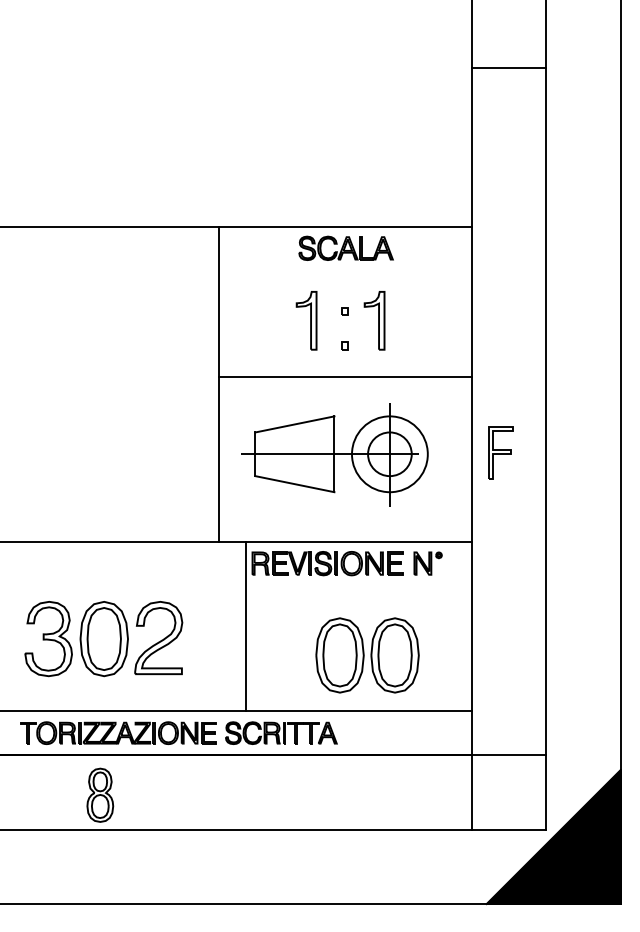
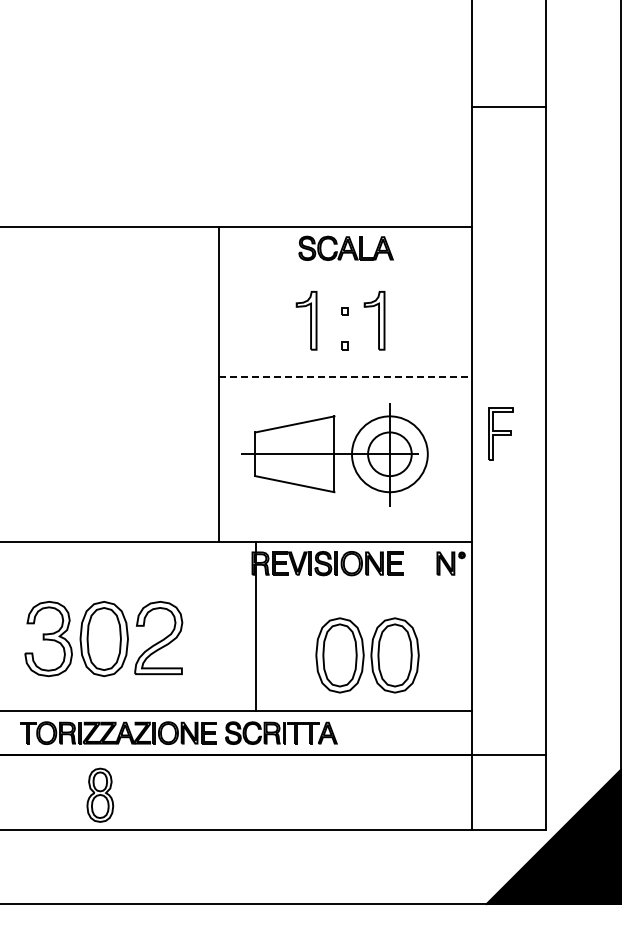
line at (508, 68) position: (508, 68) -> (508, 107)
line at (345, 377): solid -> dashed
part at (500, 452) position: (500, 452) -> (500, 433)
part at (427, 563) position: (427, 563) -> (450, 563)
line at (245, 626) position: (245, 626) -> (255, 626)
